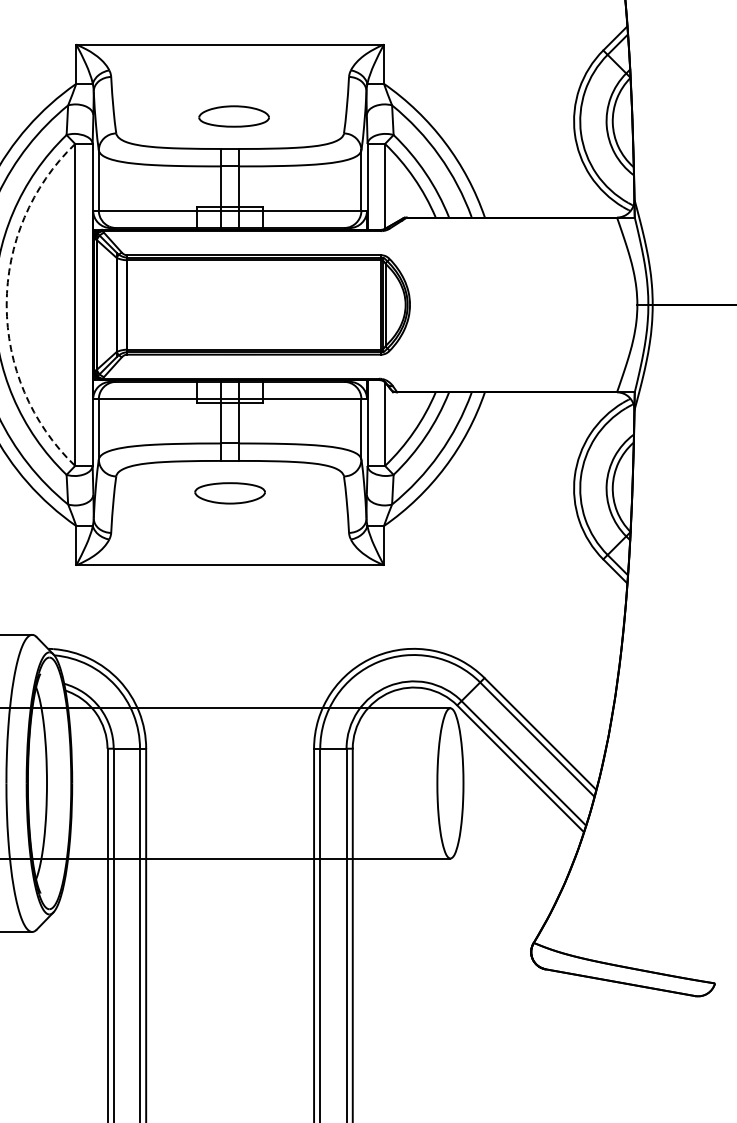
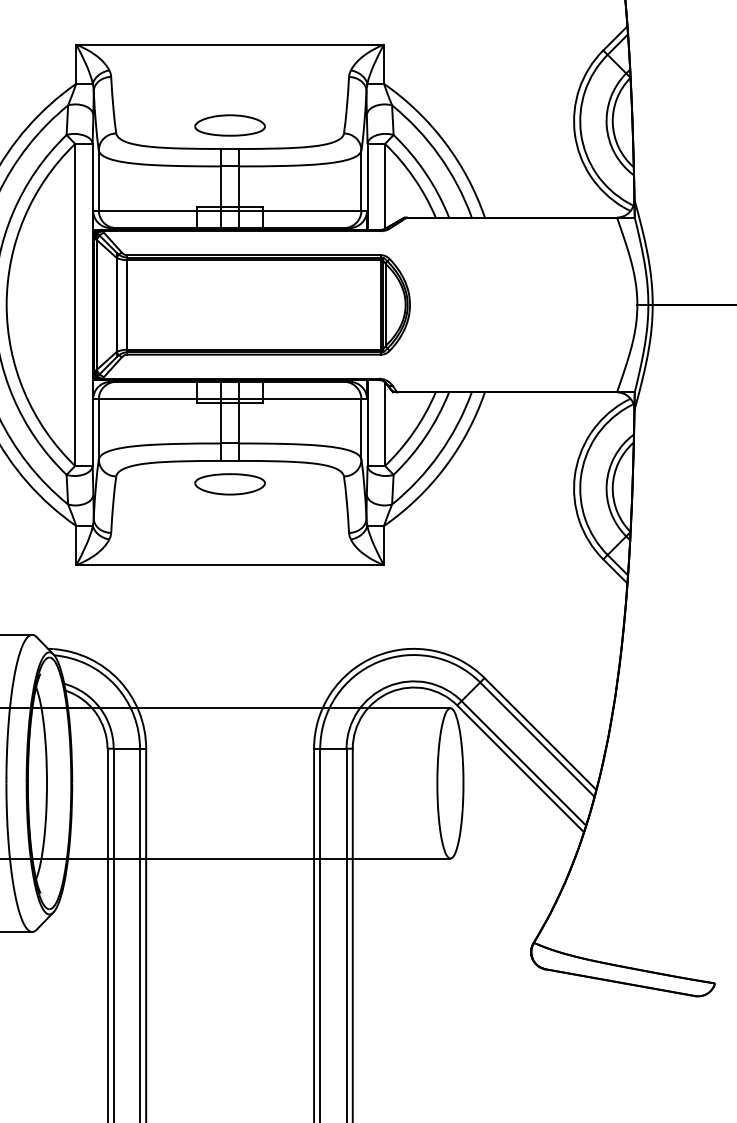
part at (233, 116) position: (233, 116) -> (229, 125)
arc at (6, 304): dashed -> solid
part at (229, 493) position: (229, 493) -> (229, 484)
